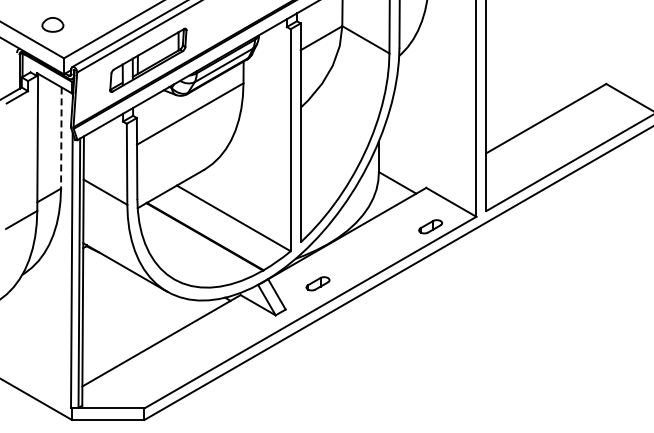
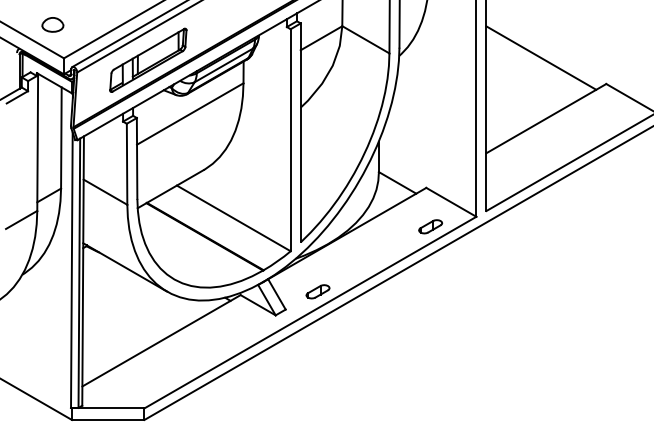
line at (541, 57): none -> present
line at (61, 138): dashed -> solid
part at (317, 283) position: (317, 283) -> (317, 291)
